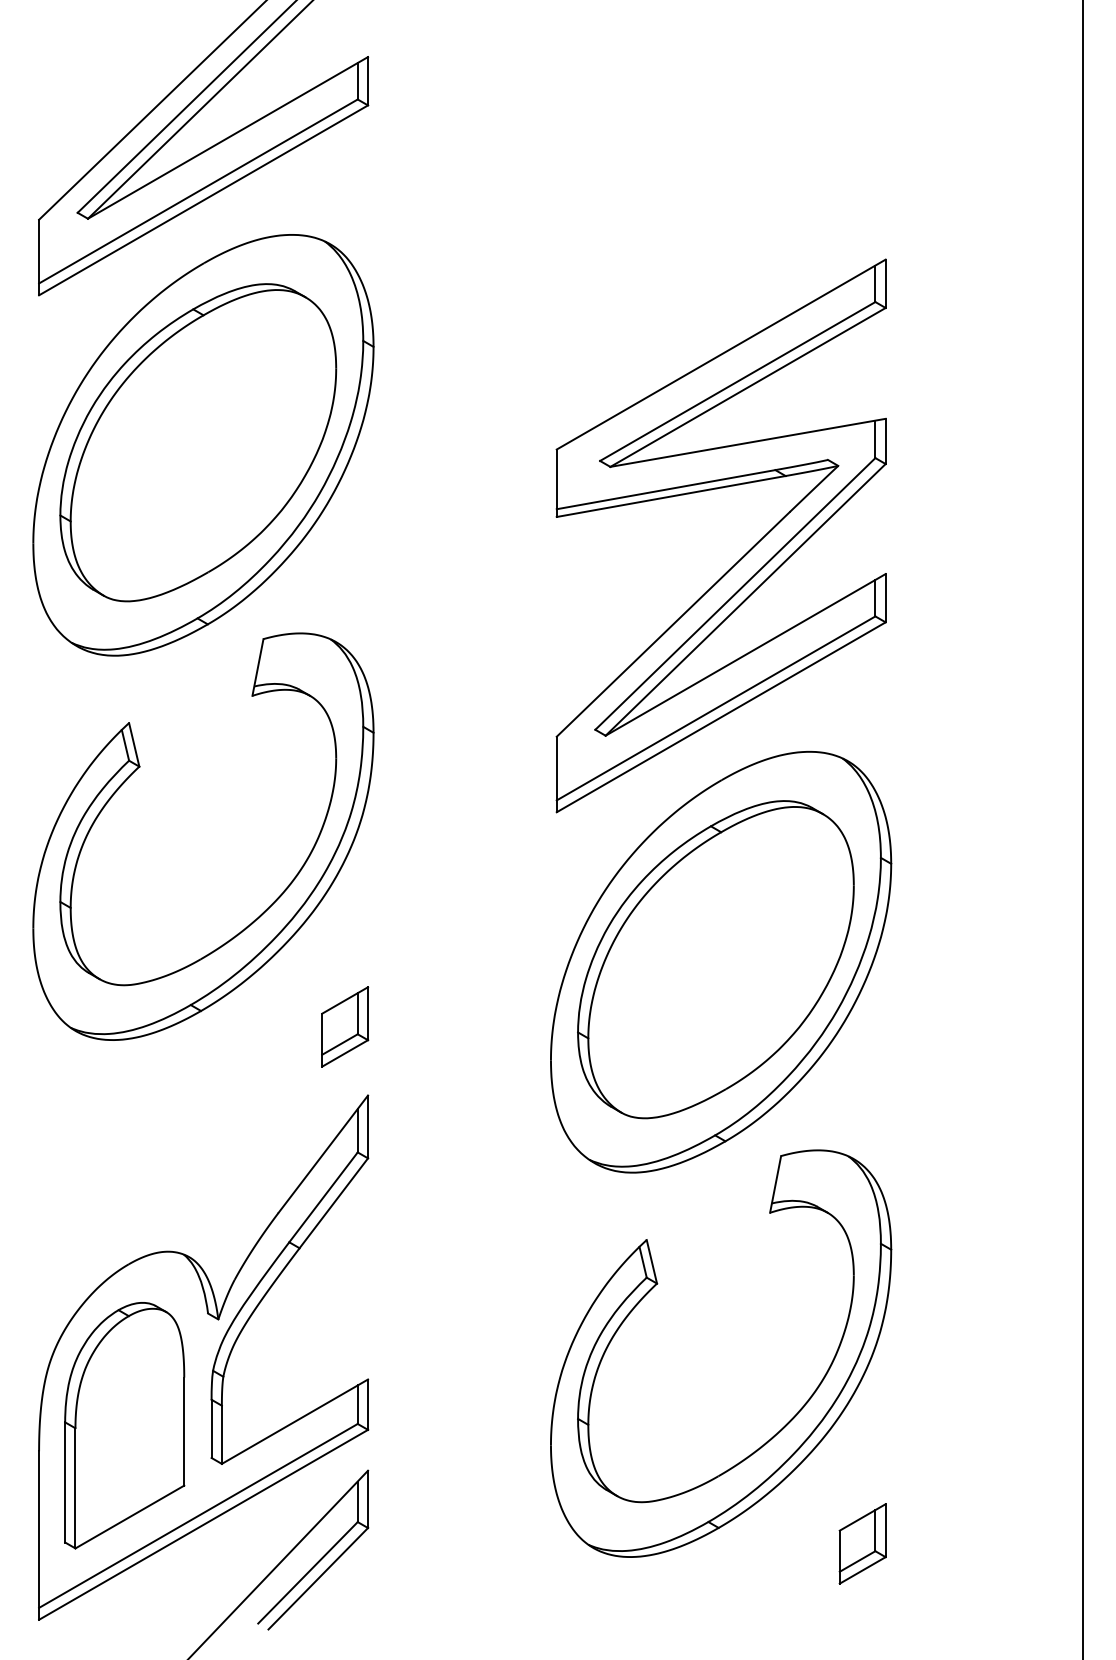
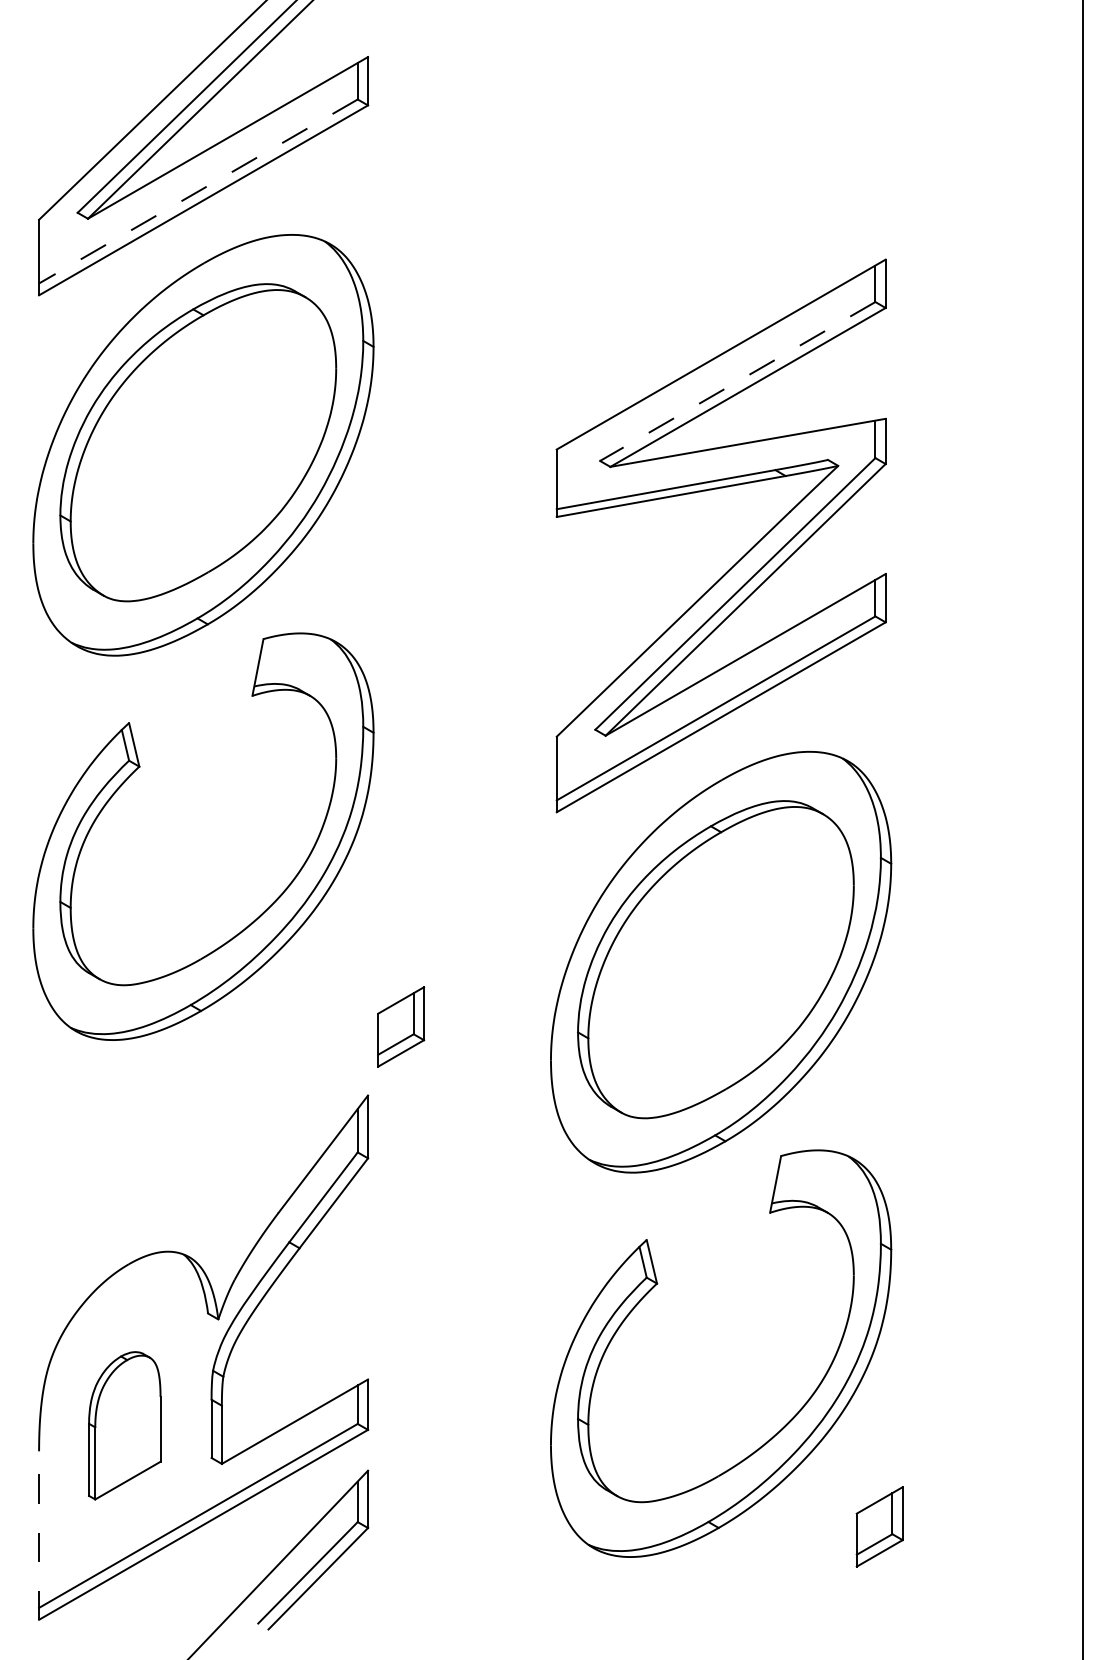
line at (198, 191): solid -> dashed
line at (737, 381): solid -> dashed
part at (345, 1026) position: (345, 1026) -> (401, 1026)
part at (124, 1425) size: 122x248 px -> 74x150 px
line at (39, 1535): solid -> dashed
part at (862, 1543) position: (862, 1543) -> (879, 1526)
